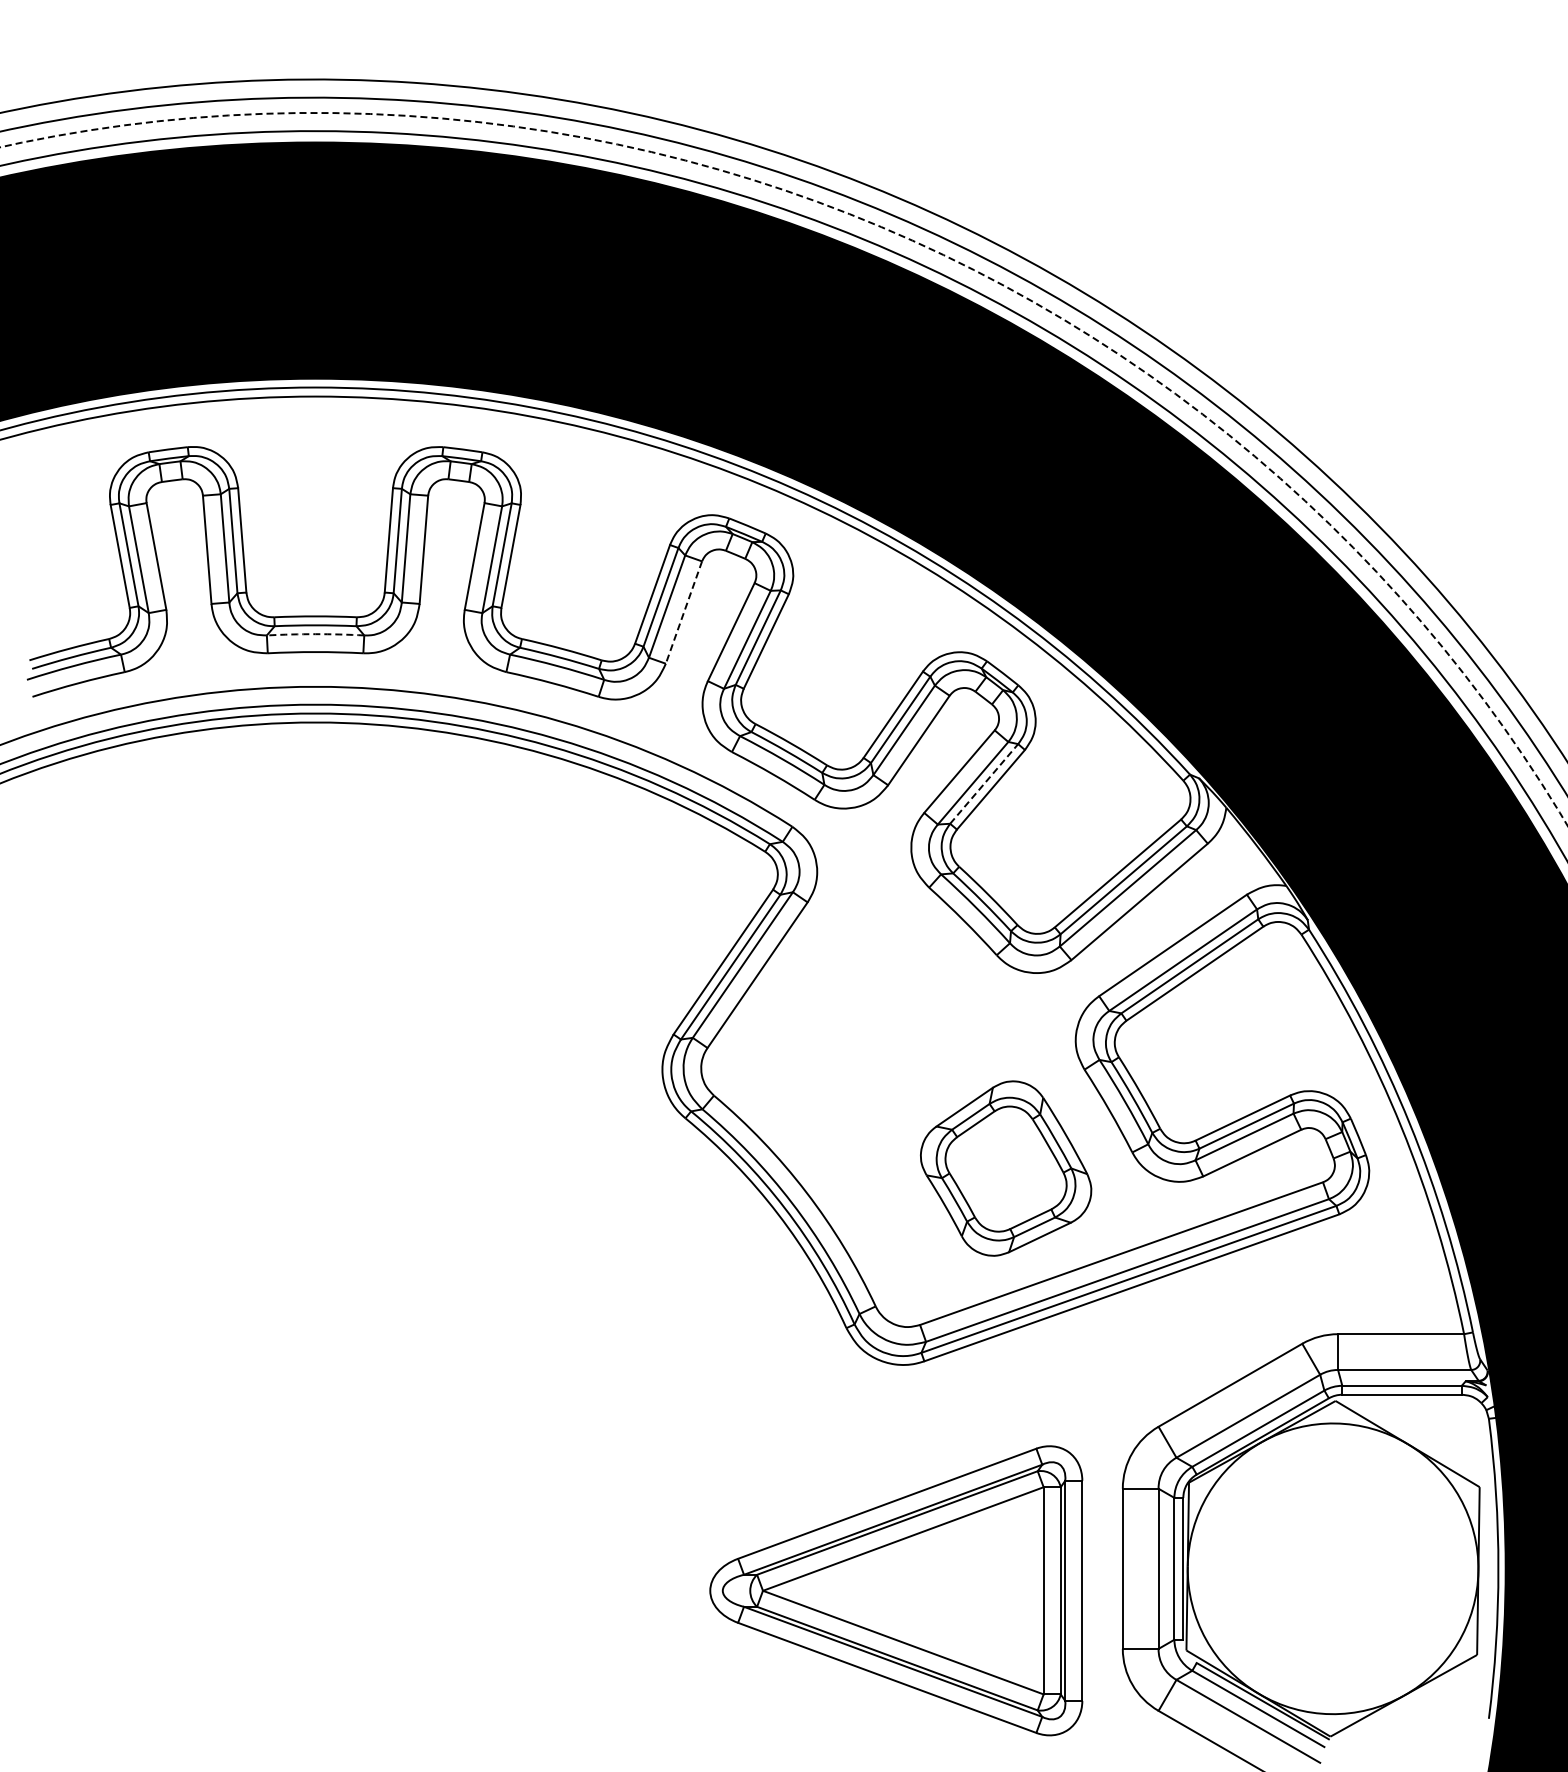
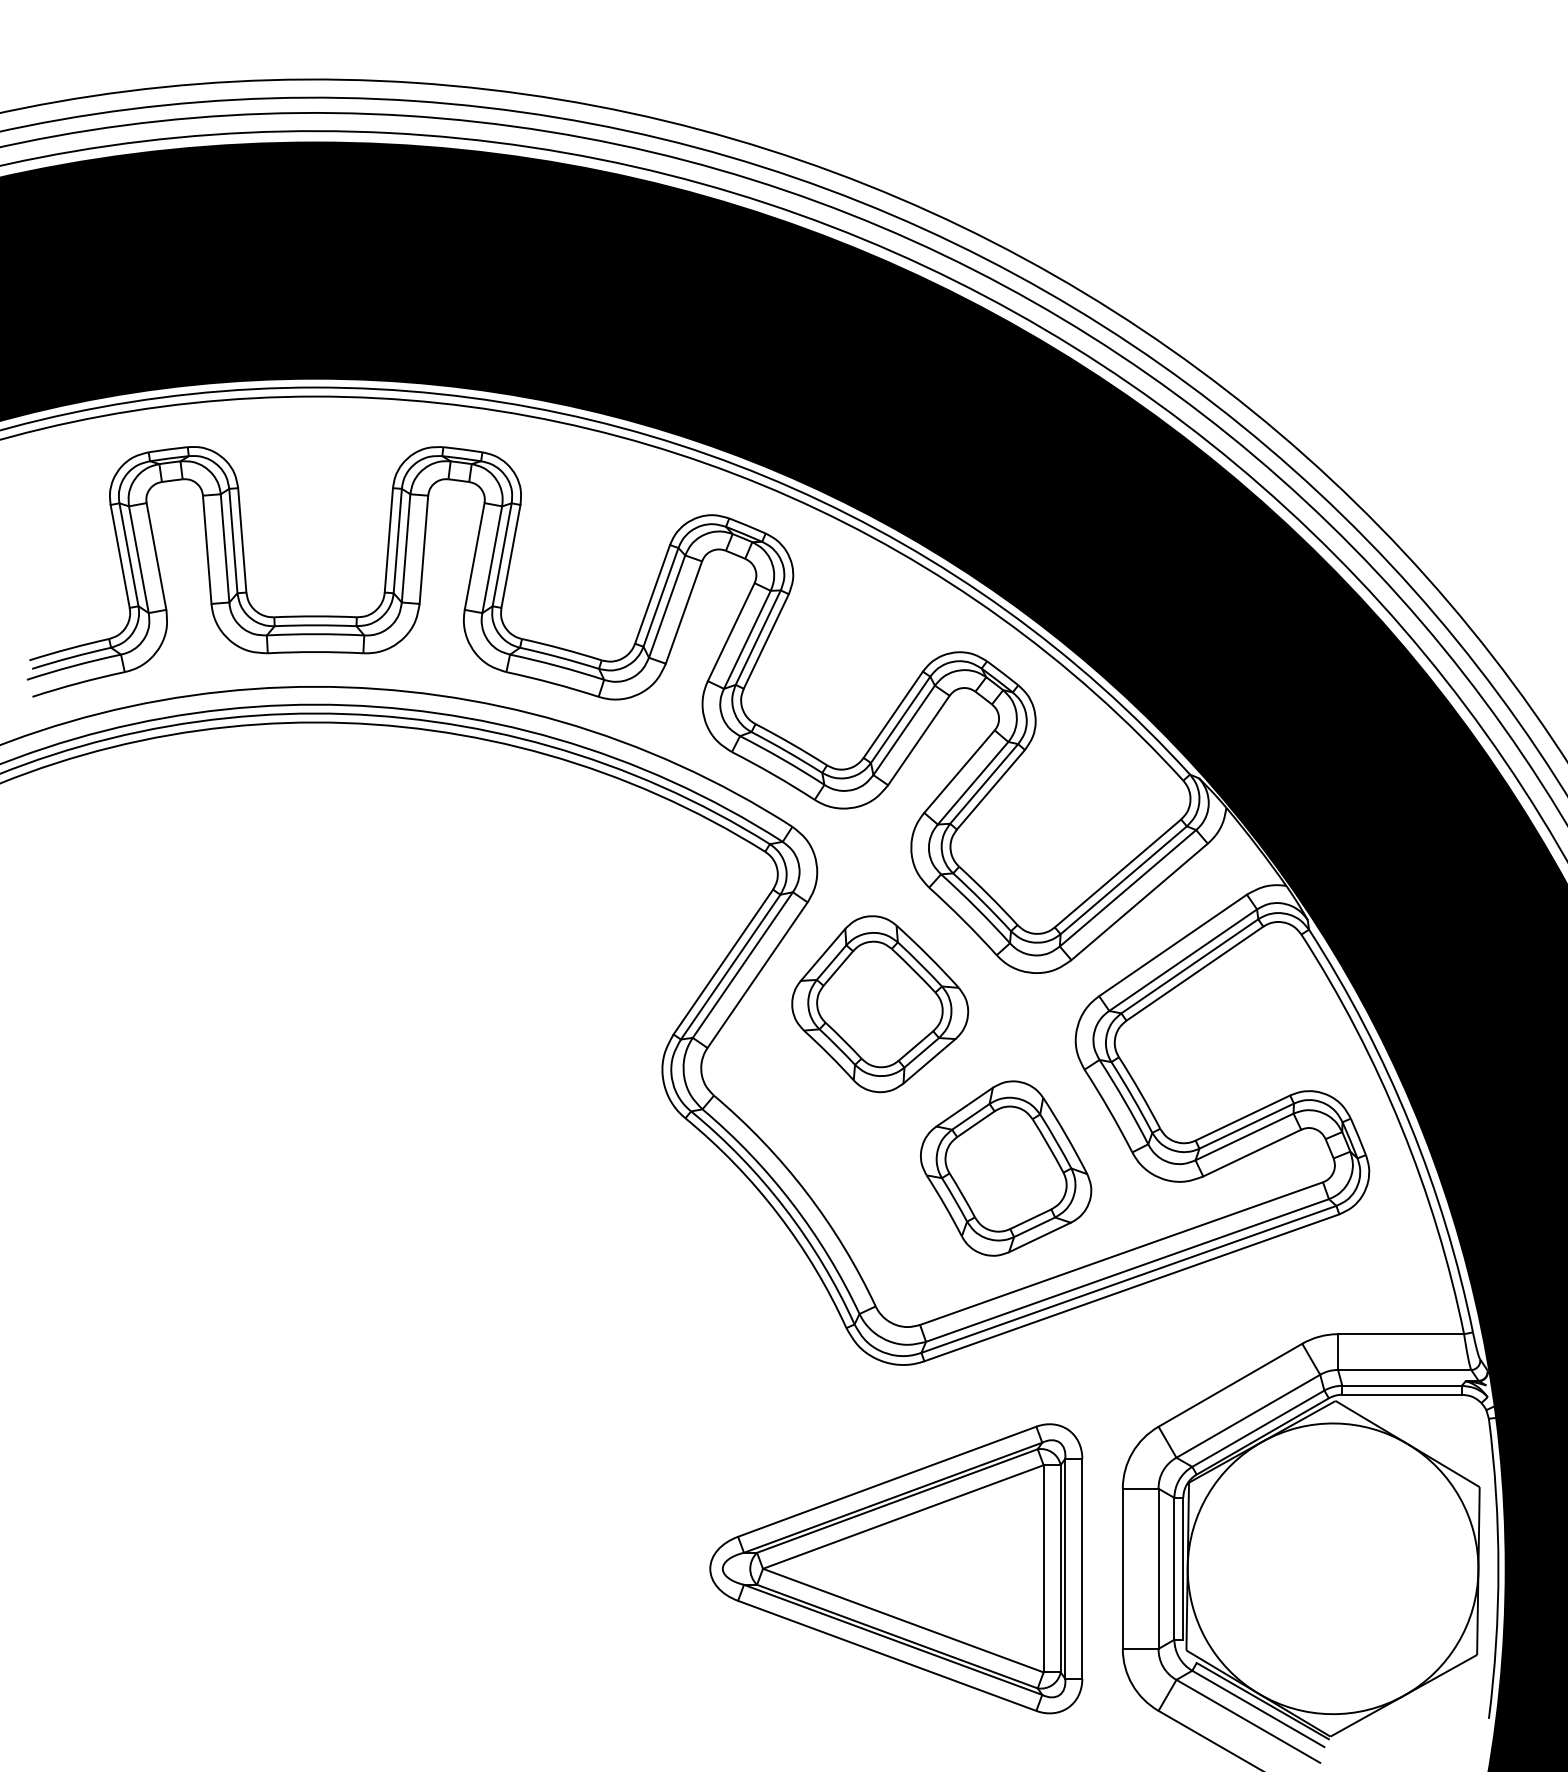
arc at (893, 232): dashed -> solid
line at (683, 613): dashed -> solid
arc at (315, 634): dashed -> solid
line at (984, 783): dashed -> solid
part at (880, 1004): none -> present
part at (896, 1590) position: (896, 1590) -> (896, 1568)
